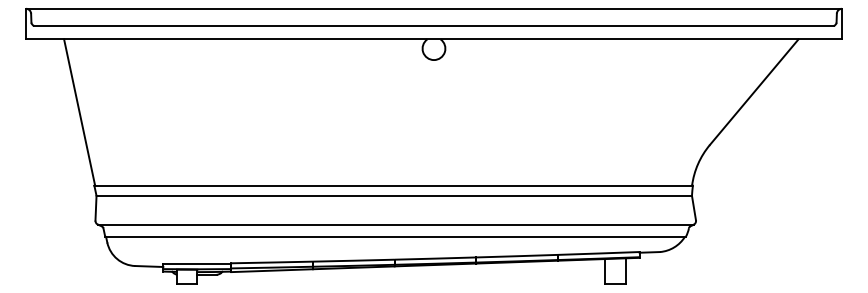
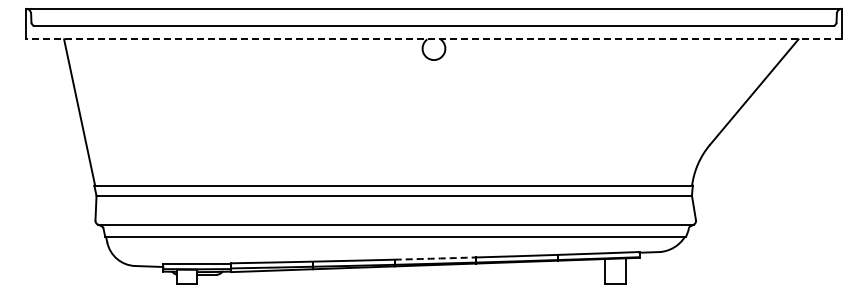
line at (433, 39): solid -> dashed
arc at (435, 258): solid -> dashed
